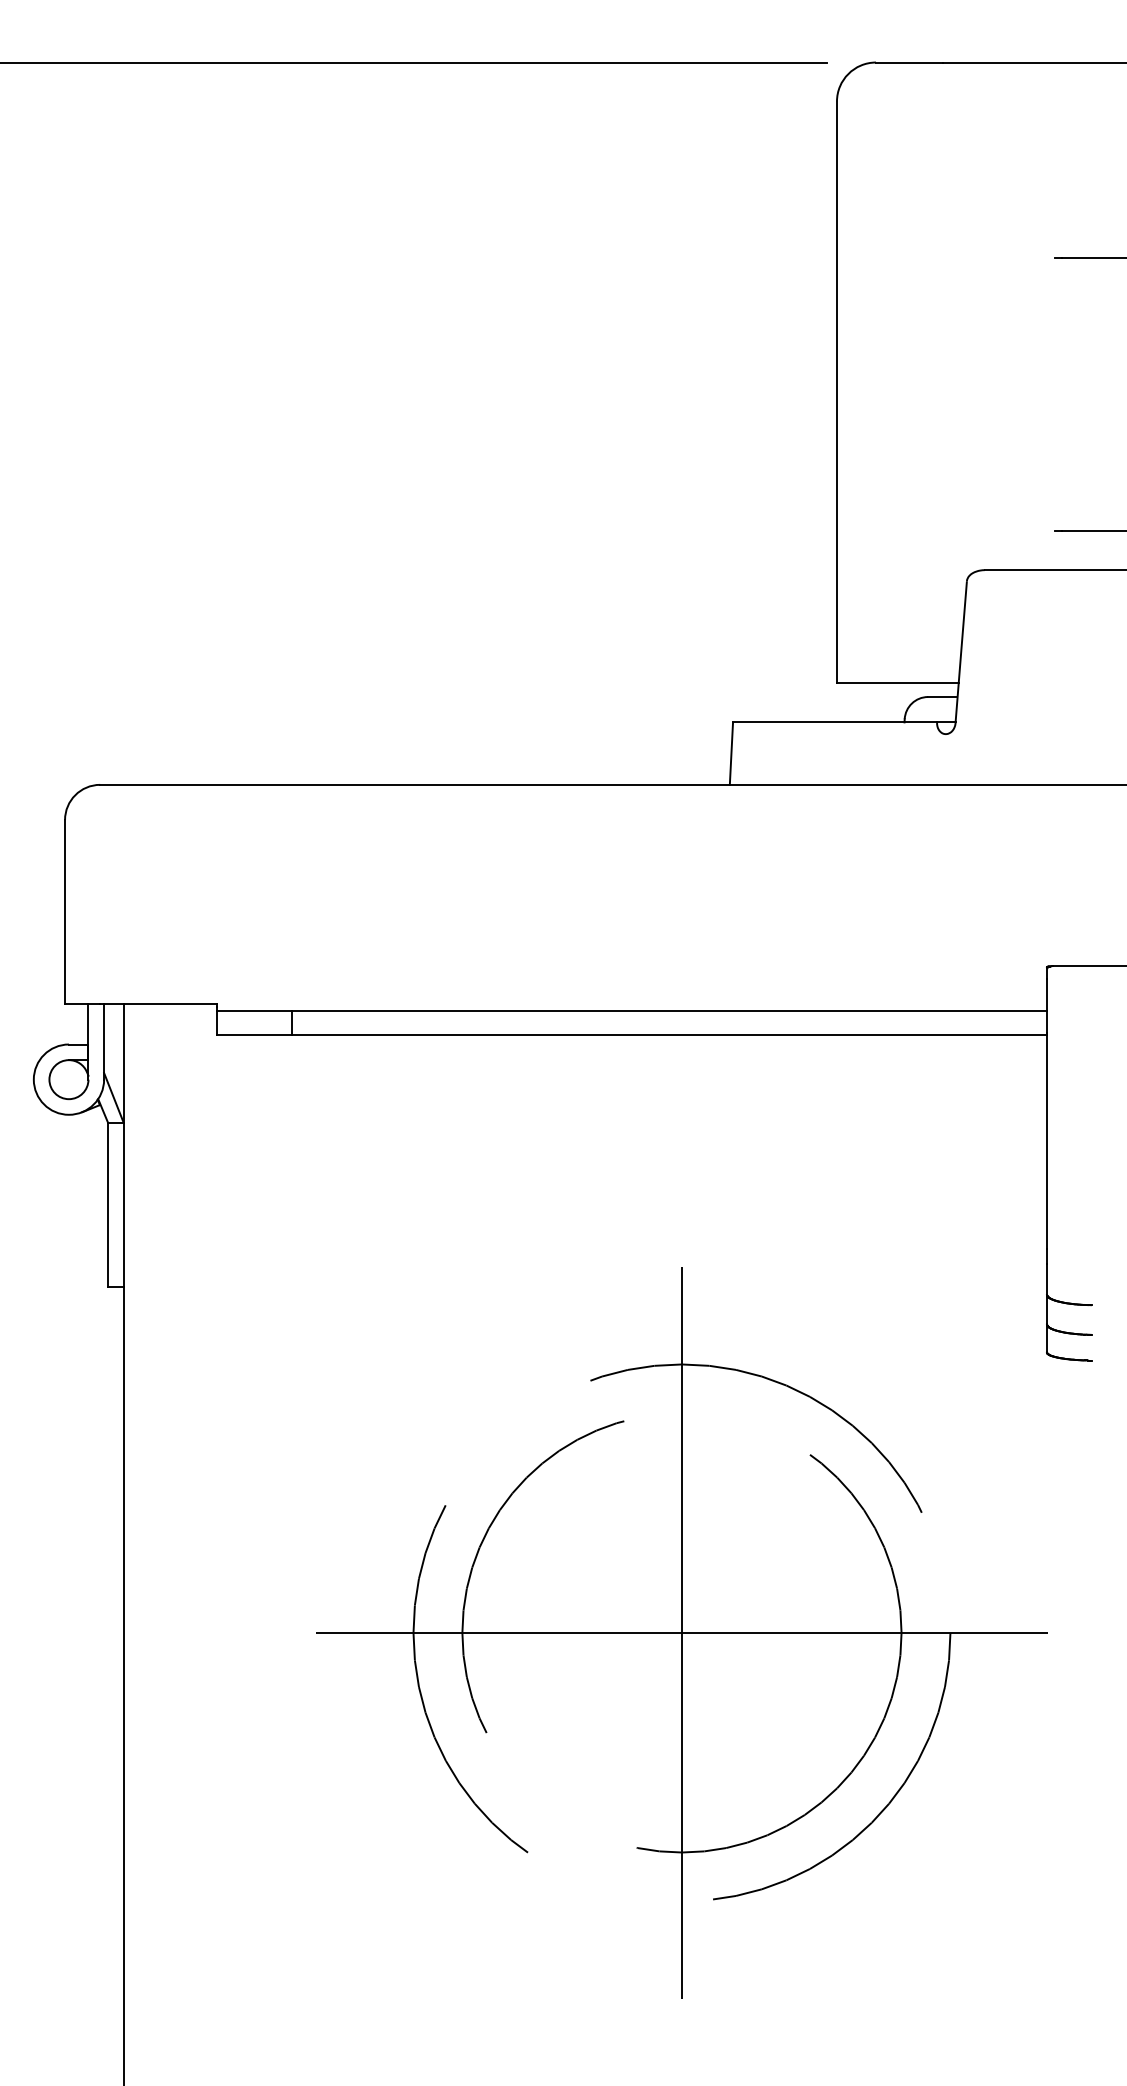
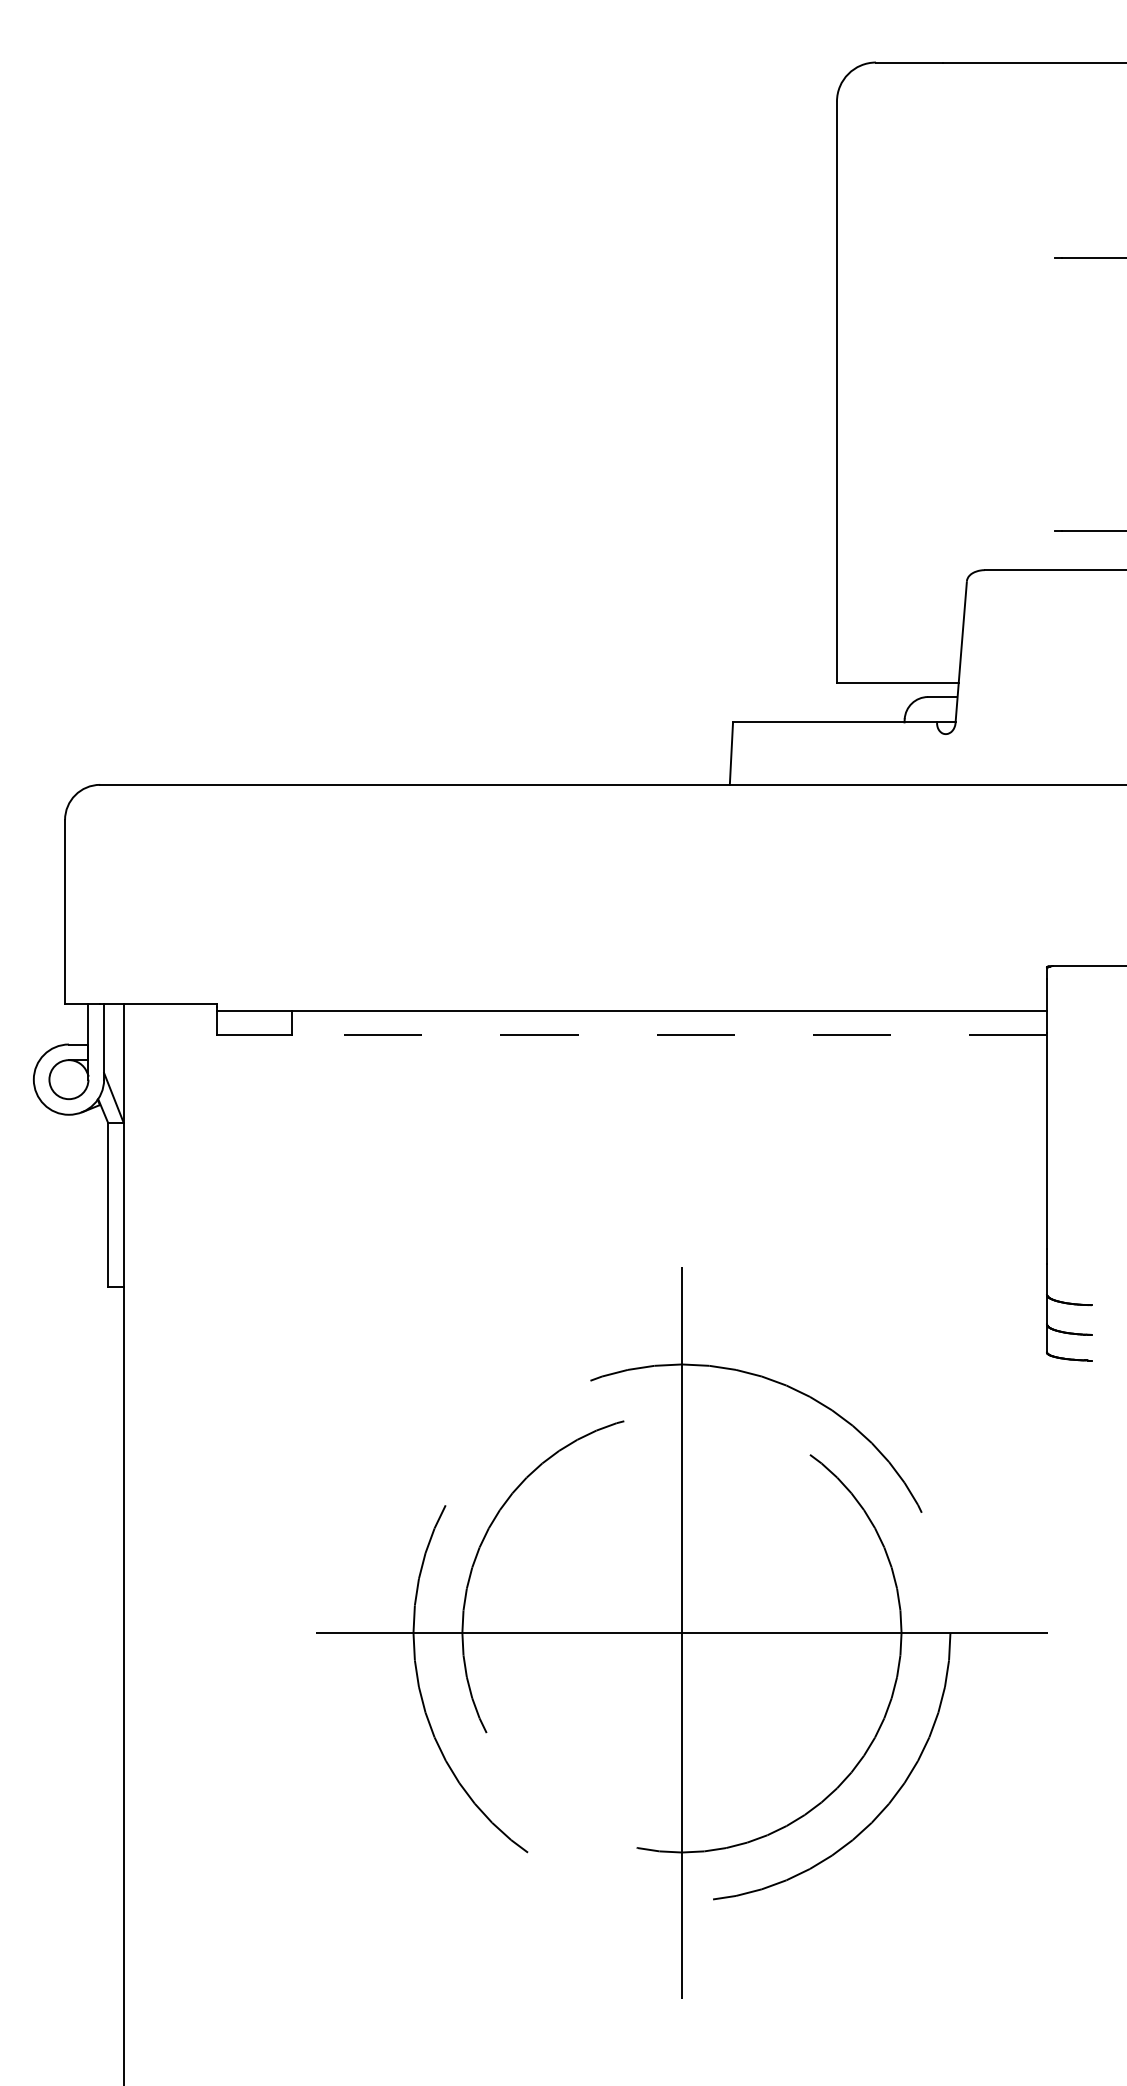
line at (414, 62): present -> none
line at (669, 1034): solid -> dashed
